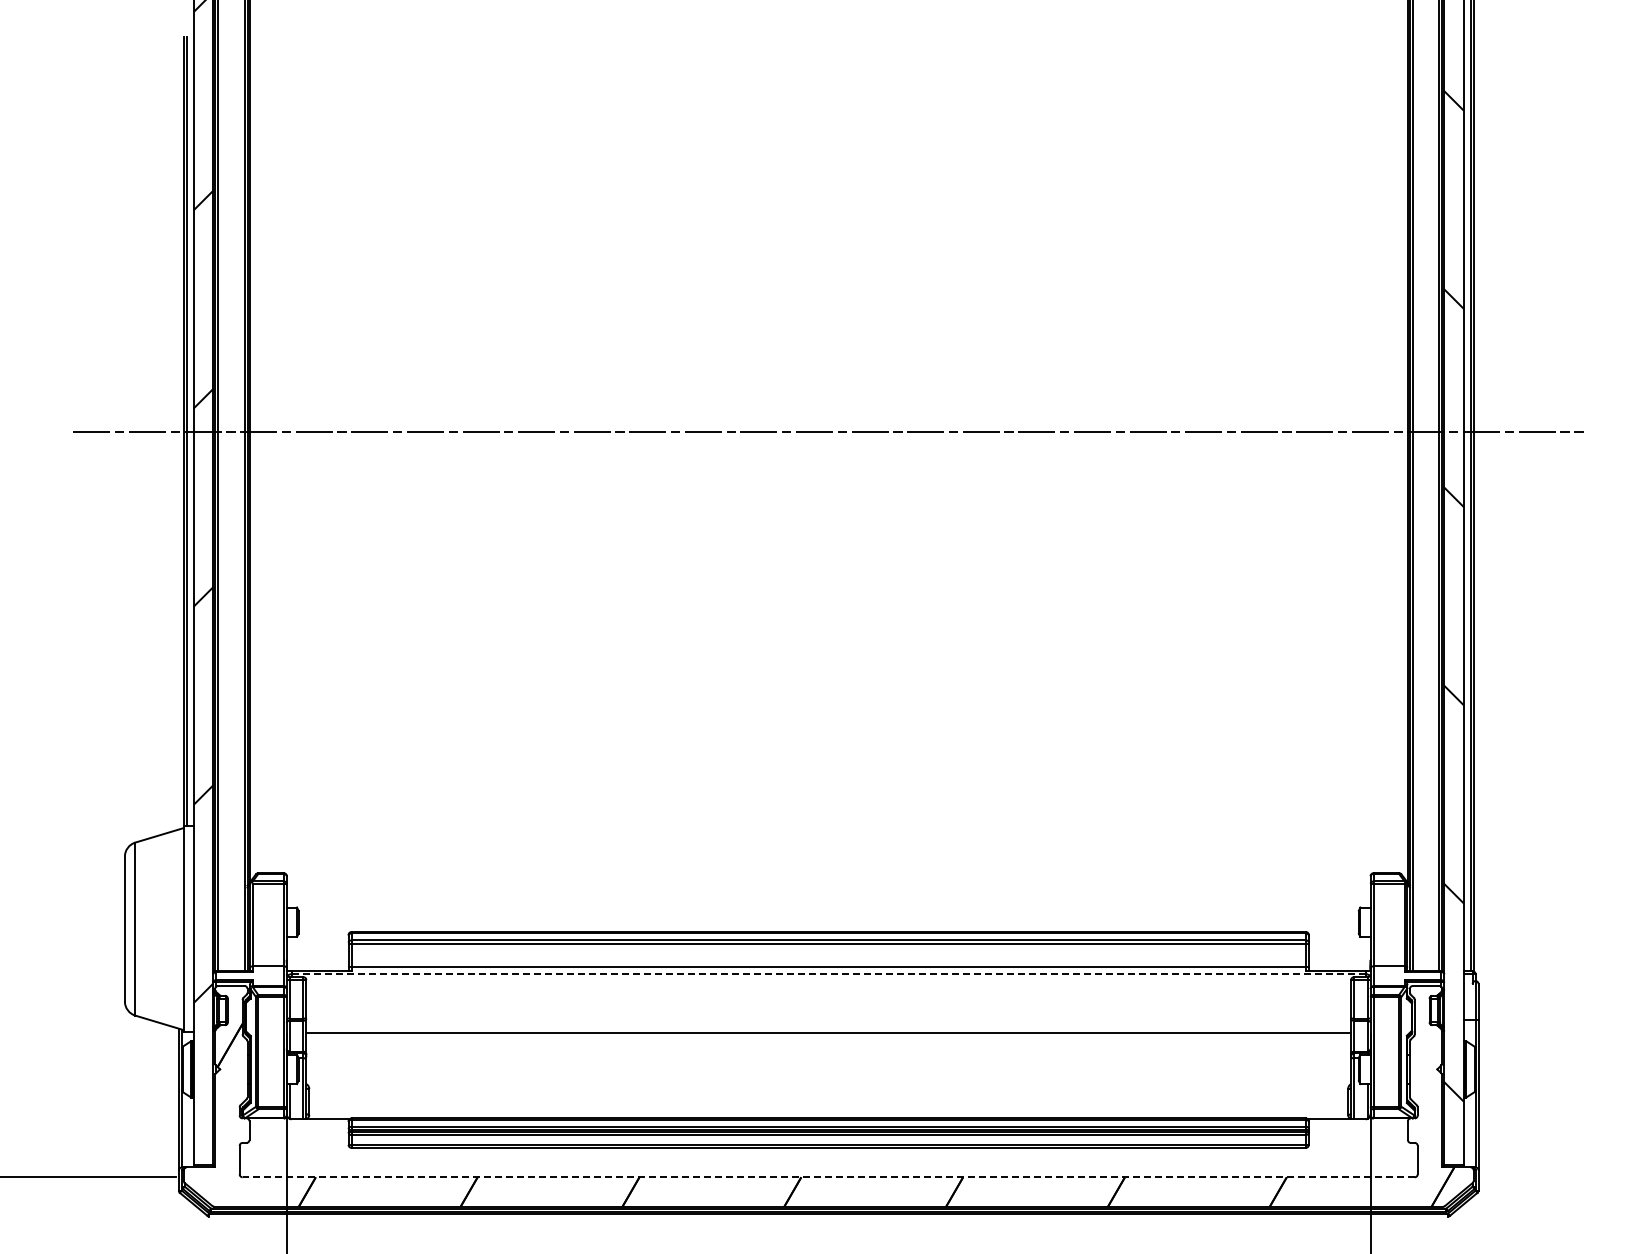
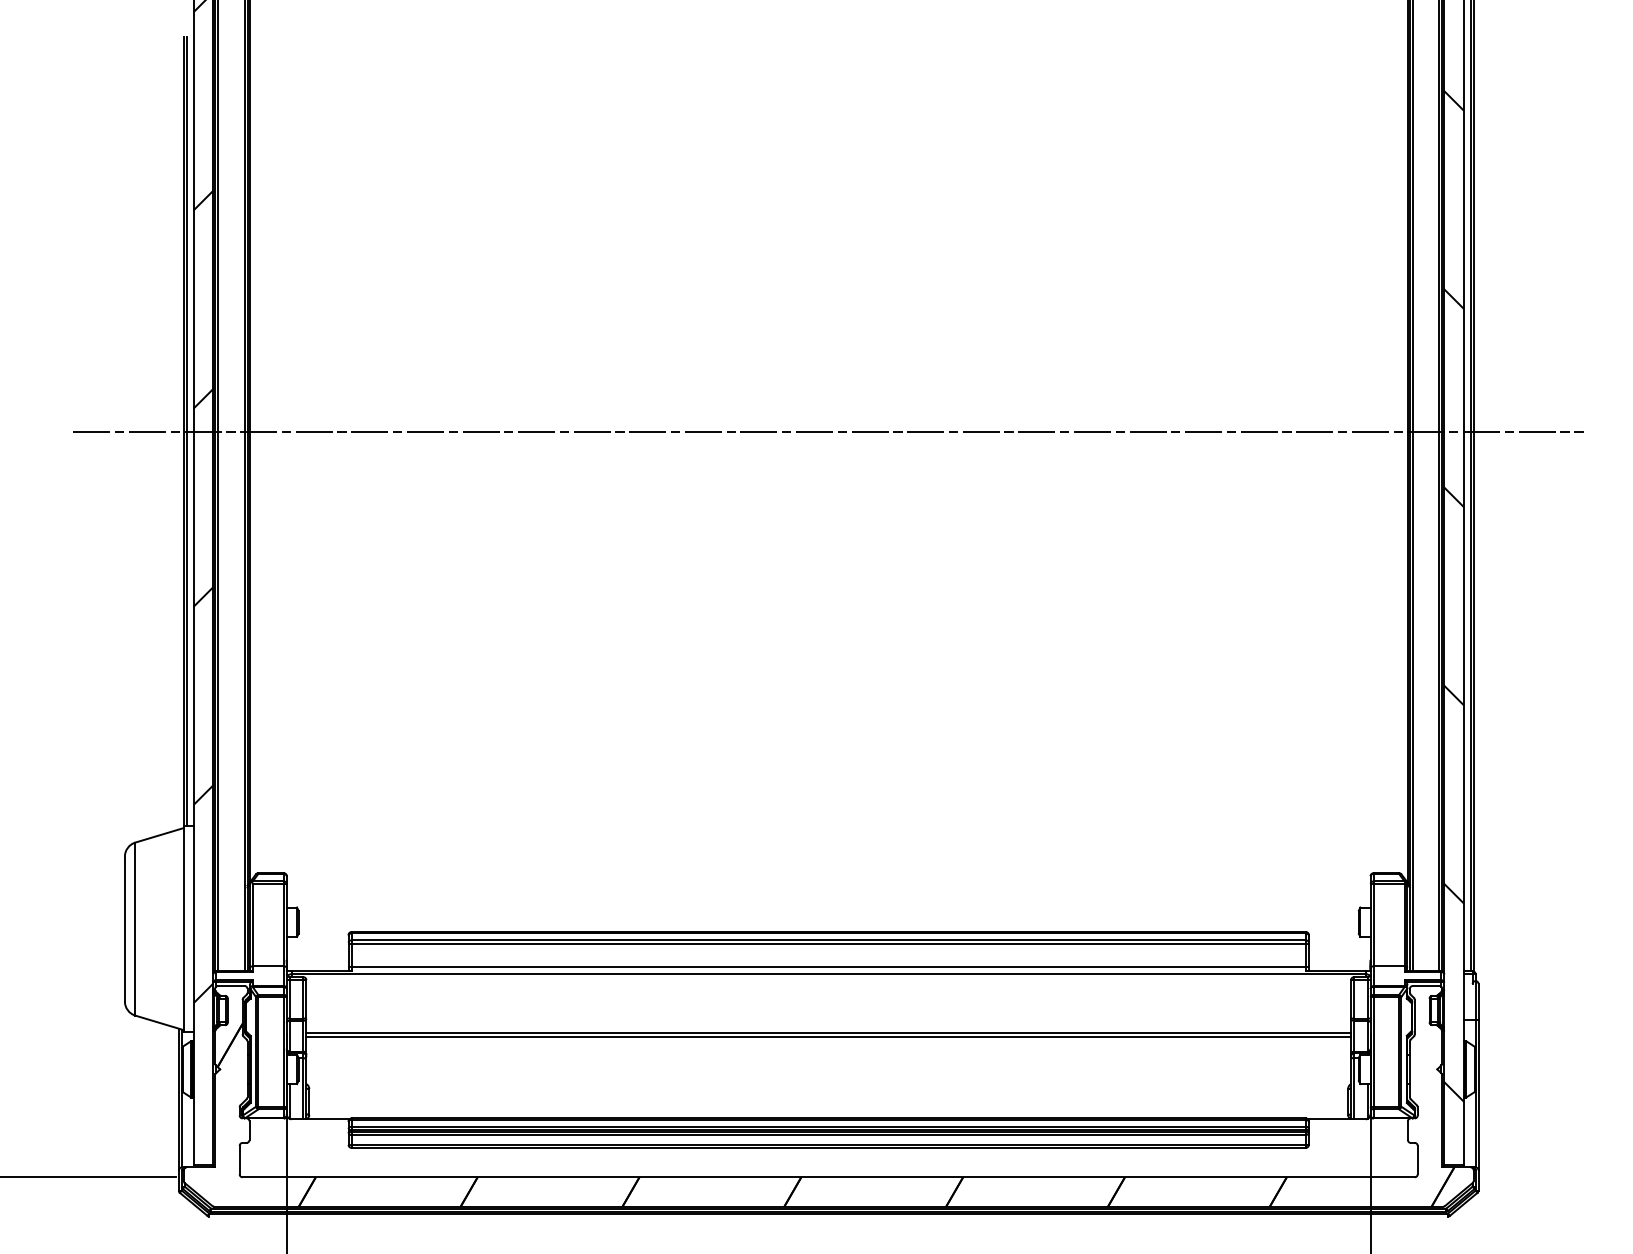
line at (829, 974): dashed -> solid
line at (828, 1036): none -> present
line at (828, 1177): dashed -> solid
